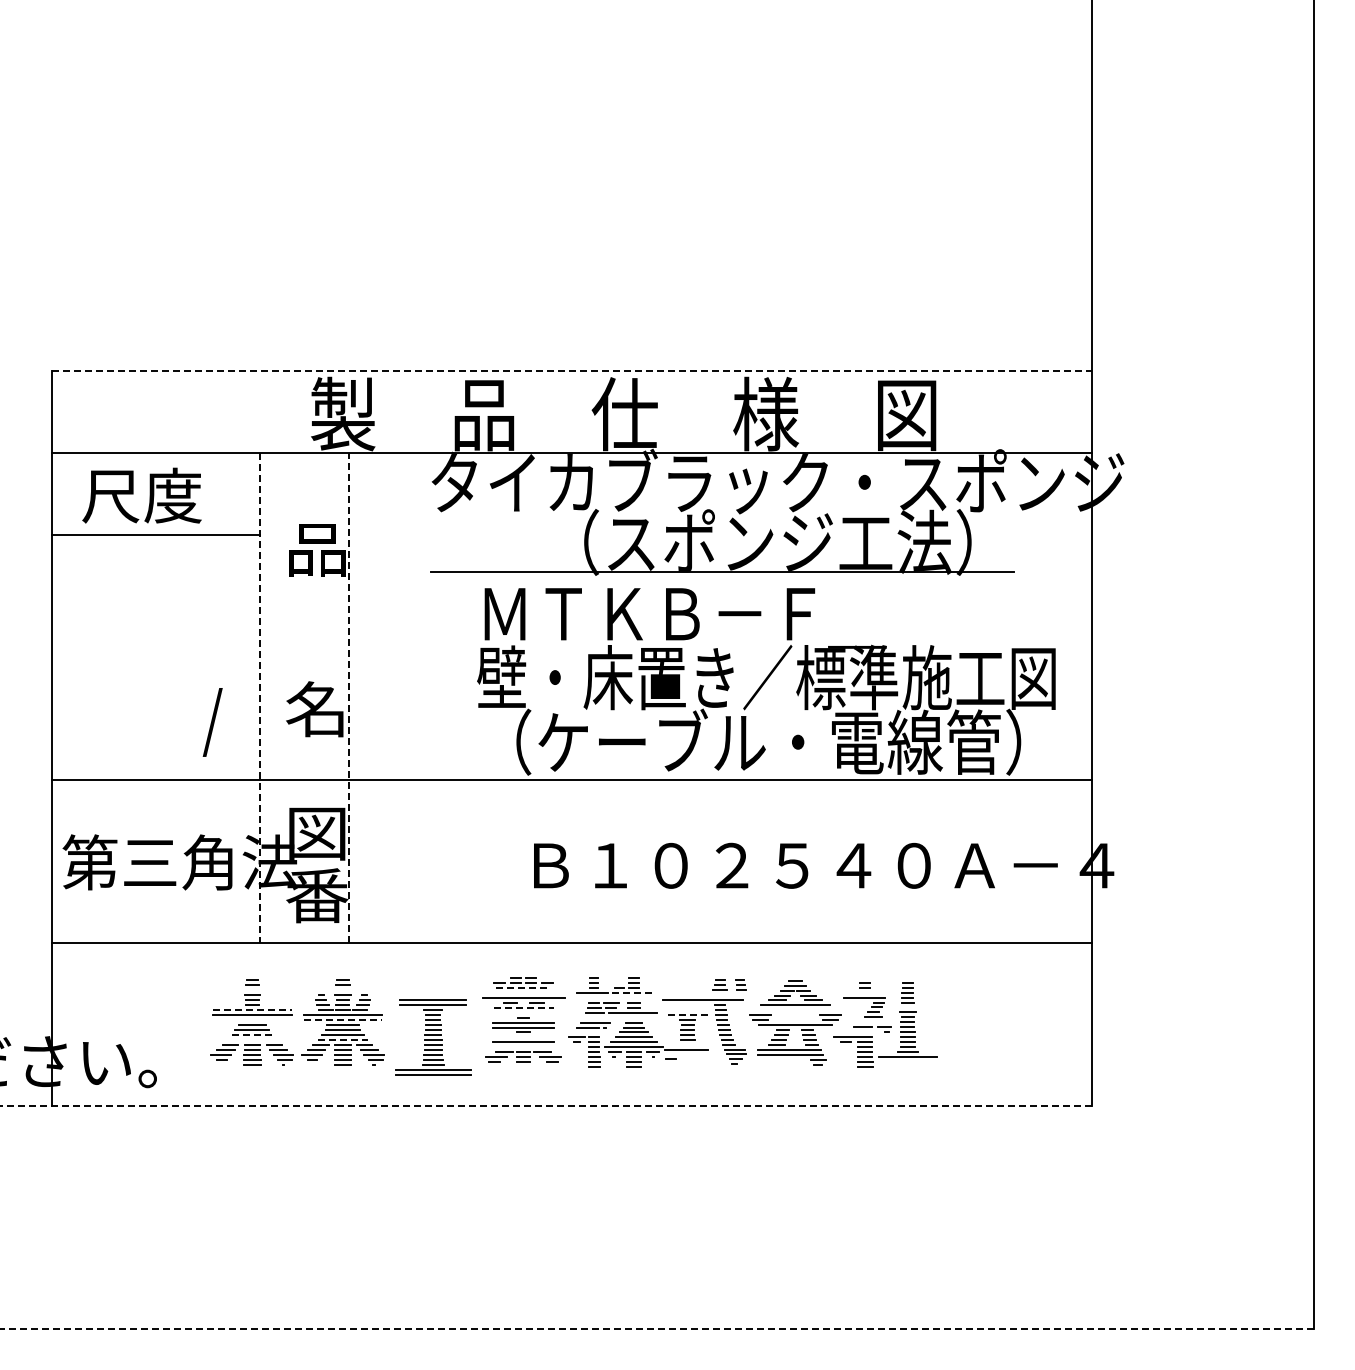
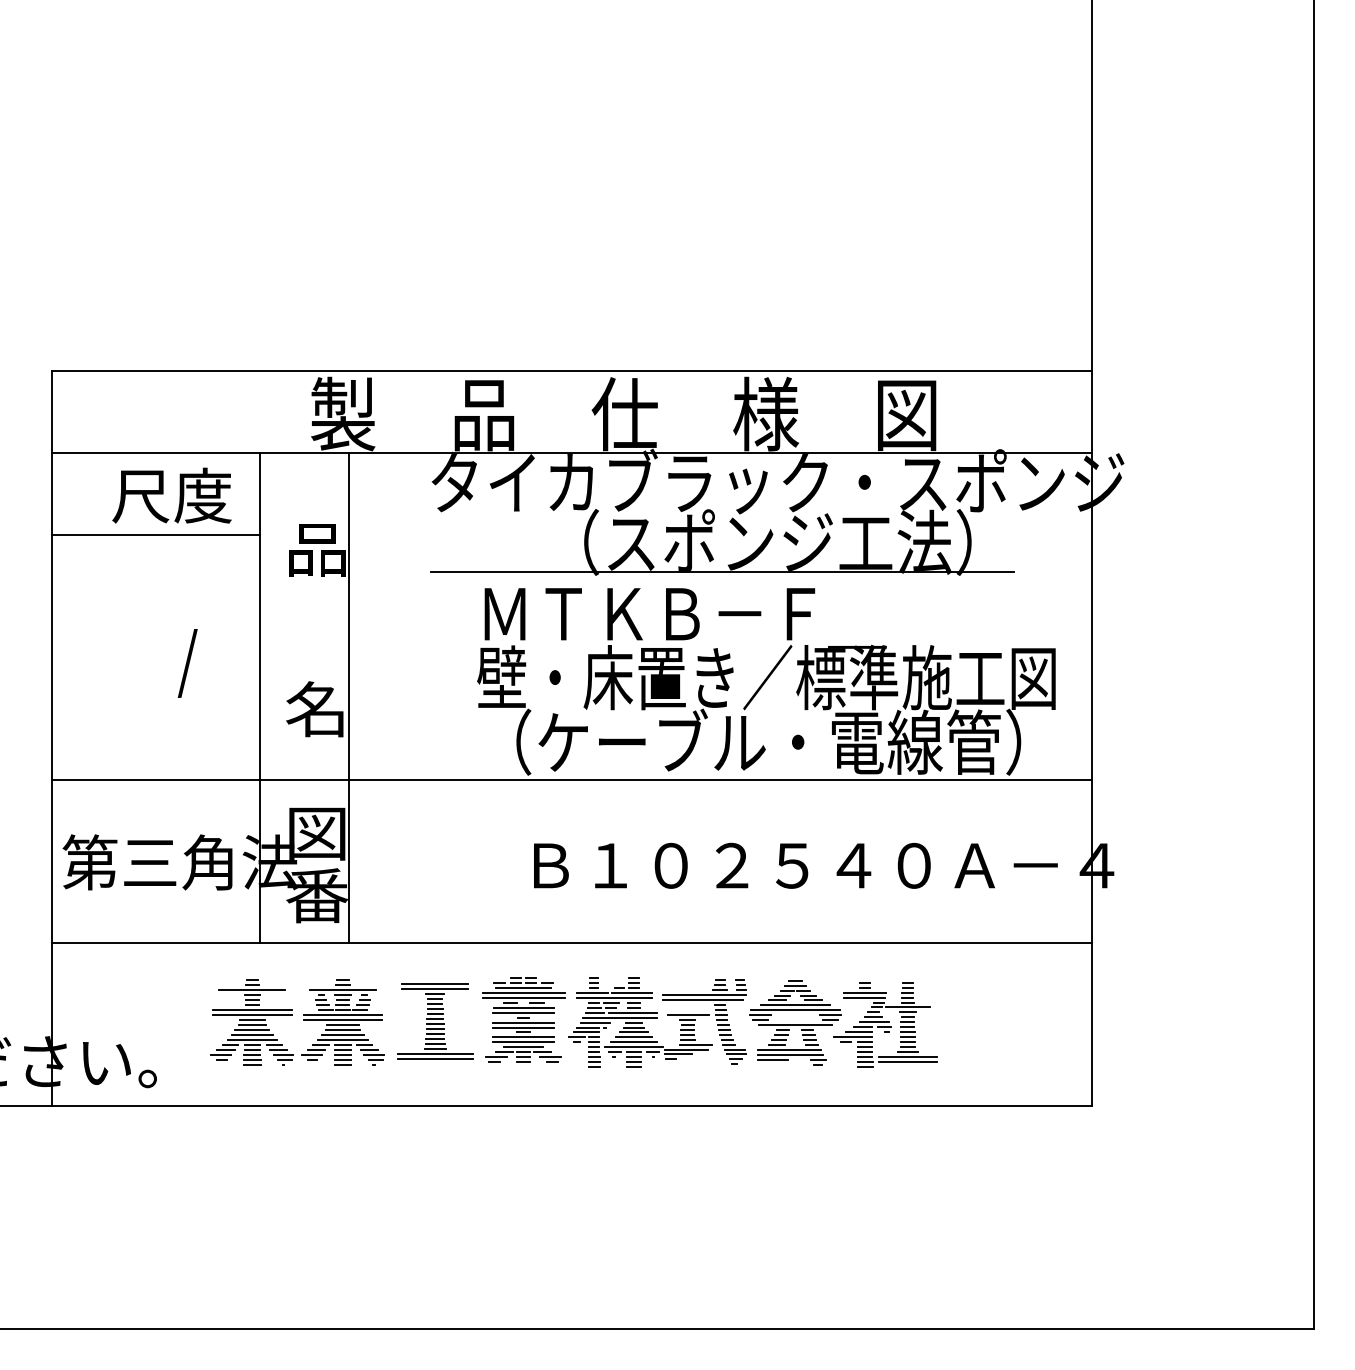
line at (572, 371): dashed -> solid
text at (141, 495) position: (141, 495) -> (171, 495)
line at (260, 697): dashed -> solid
line at (349, 697): dashed -> solid
text at (212, 722) position: (212, 722) -> (187, 663)
line at (524, 987): dashed -> solid
line at (252, 990): none -> present
line at (342, 990): none -> present
line at (523, 992): none -> present
line at (632, 992): dashed -> solid
line at (865, 992): none -> present
line at (704, 995): none -> present
line at (614, 997): none -> present
line at (524, 1007): dashed -> solid
line at (907, 1007): none -> present
line at (252, 1010): dashed -> solid
line at (795, 1010): none -> present
line at (523, 1012): none -> present
line at (689, 1014): dashed -> solid
line at (619, 1017): none -> present
line at (252, 1020): none -> present
line at (343, 1020): dashed -> solid
line at (873, 1022): none -> present
line at (586, 1032): none -> present
line at (858, 1032): none -> present
line at (252, 1034): dashed -> solid
part at (433, 1037) position: (433, 1037) -> (435, 1021)
line at (523, 1037): none -> present
line at (252, 1039): none -> present
line at (342, 1039): dashed -> solid
line at (695, 1044): none -> present
line at (523, 1047): none -> present
line at (678, 1054): none -> present
line at (773, 1059): none -> present
line at (907, 1061): none -> present
line at (545, 1106): dashed -> solid
line at (657, 1328): dashed -> solid
